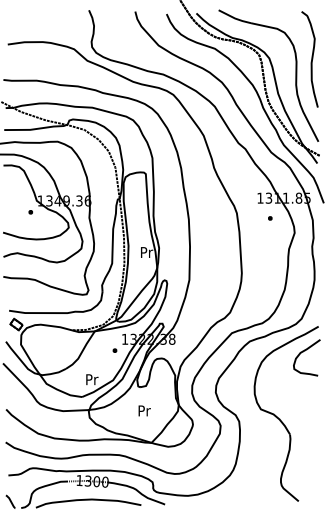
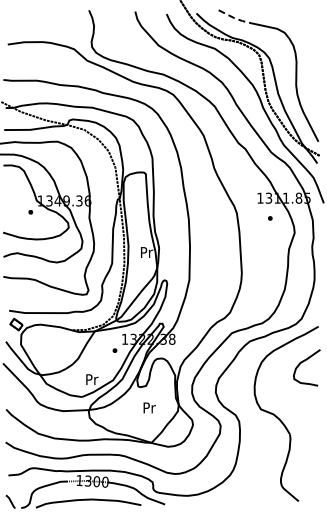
line at (235, 18): solid -> dashed
curve at (311, 59): present -> none
curve at (303, 352) position: (303, 352) -> (303, 362)
text at (144, 410) position: (144, 410) -> (149, 407)
